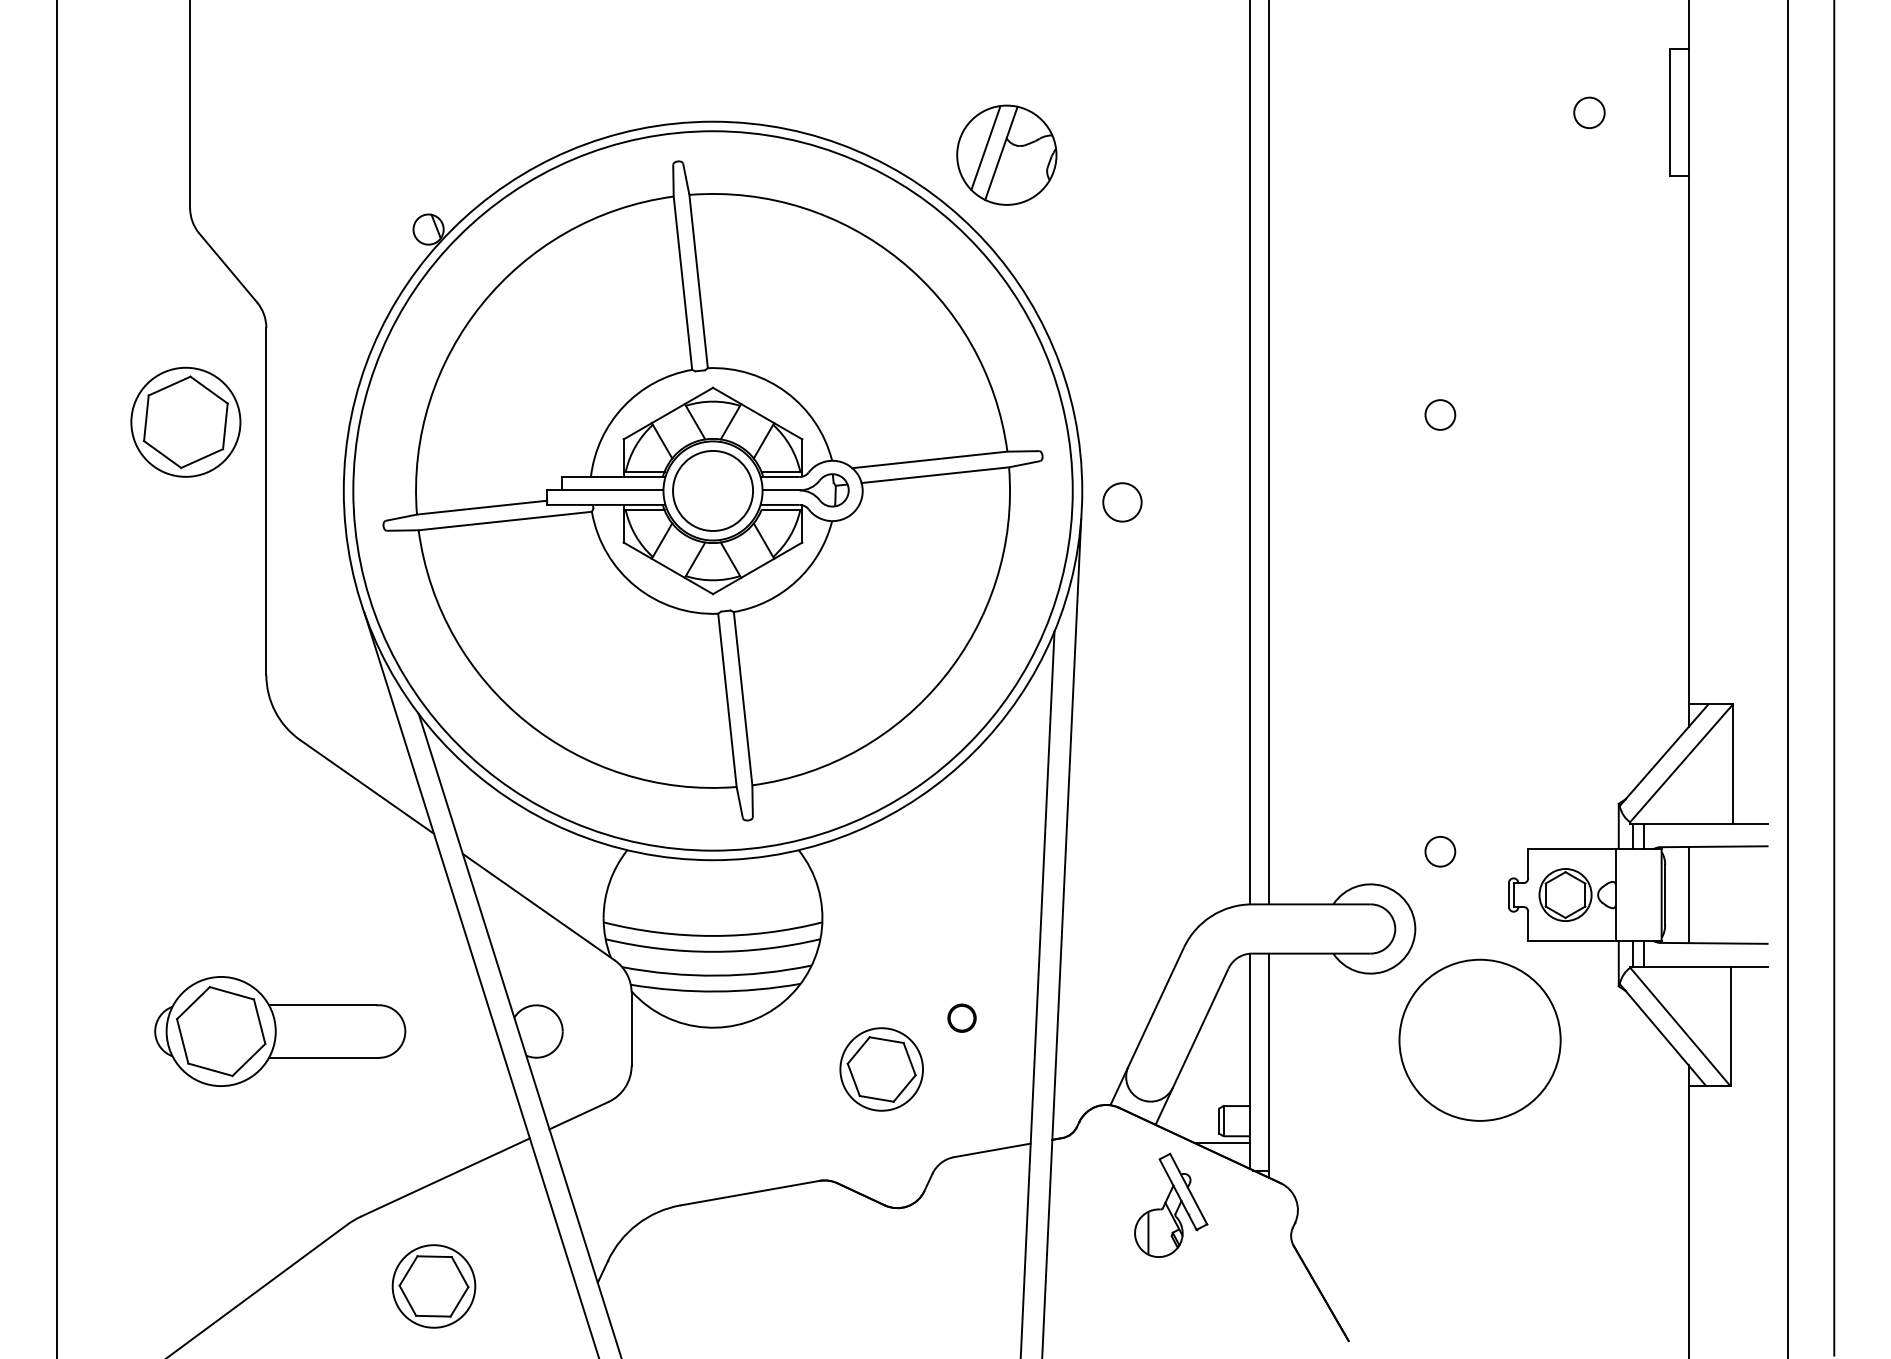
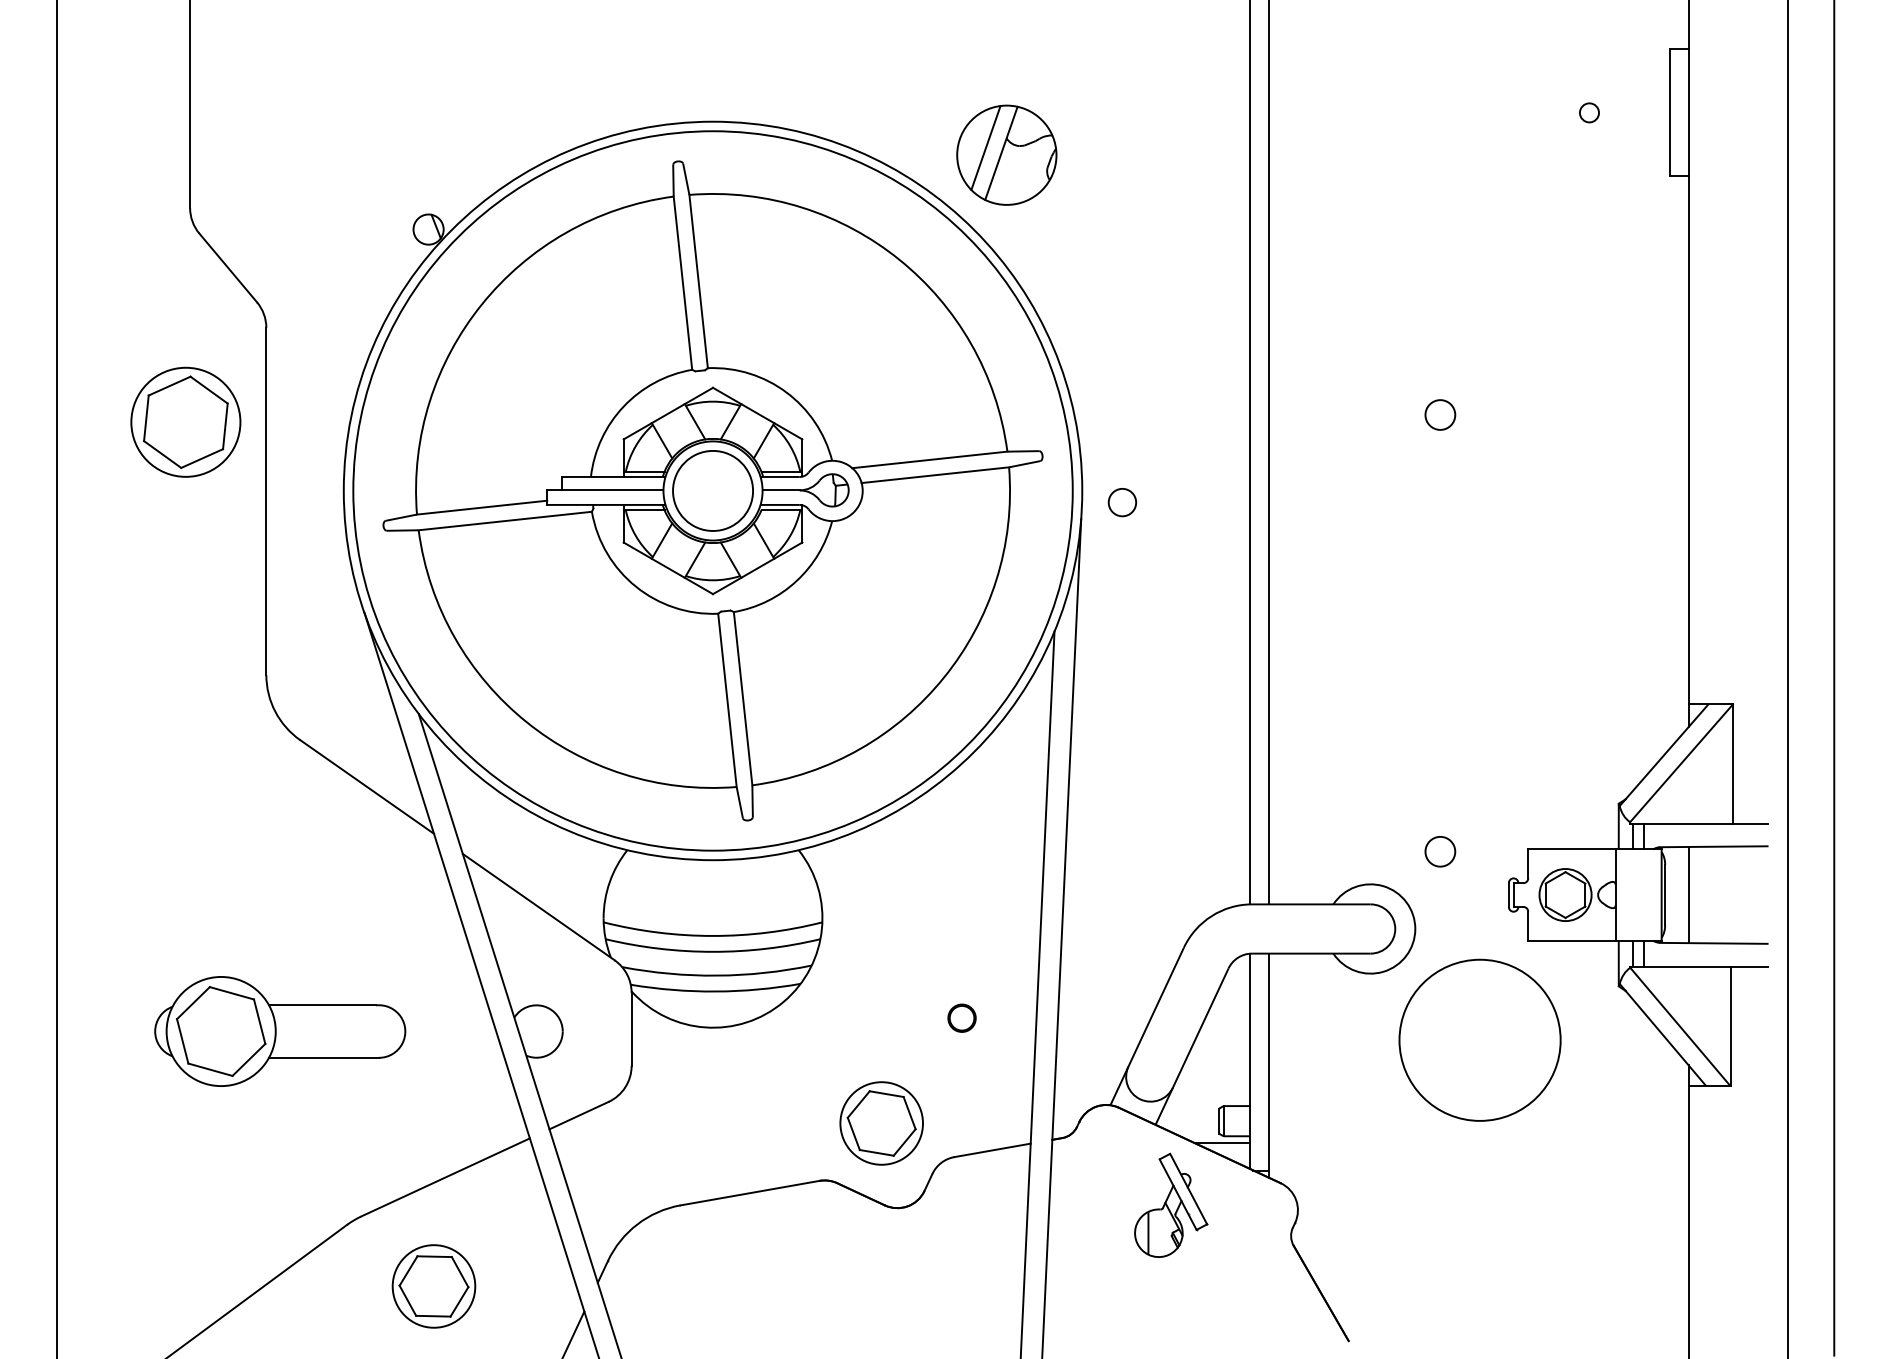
circle at (1589, 112) diameter: 30 px -> 19 px
circle at (1122, 502) size: 41x41 px -> 31x30 px
part at (881, 1069) position: (881, 1069) -> (881, 1123)
line at (574, 1333): none -> present
